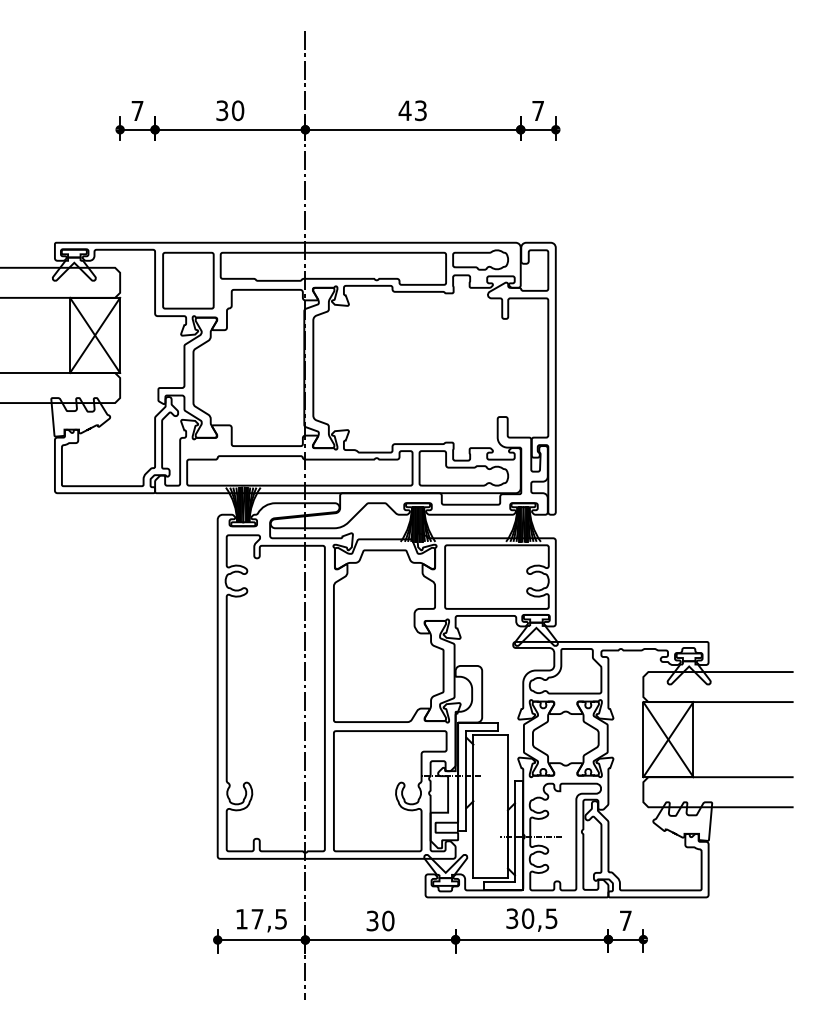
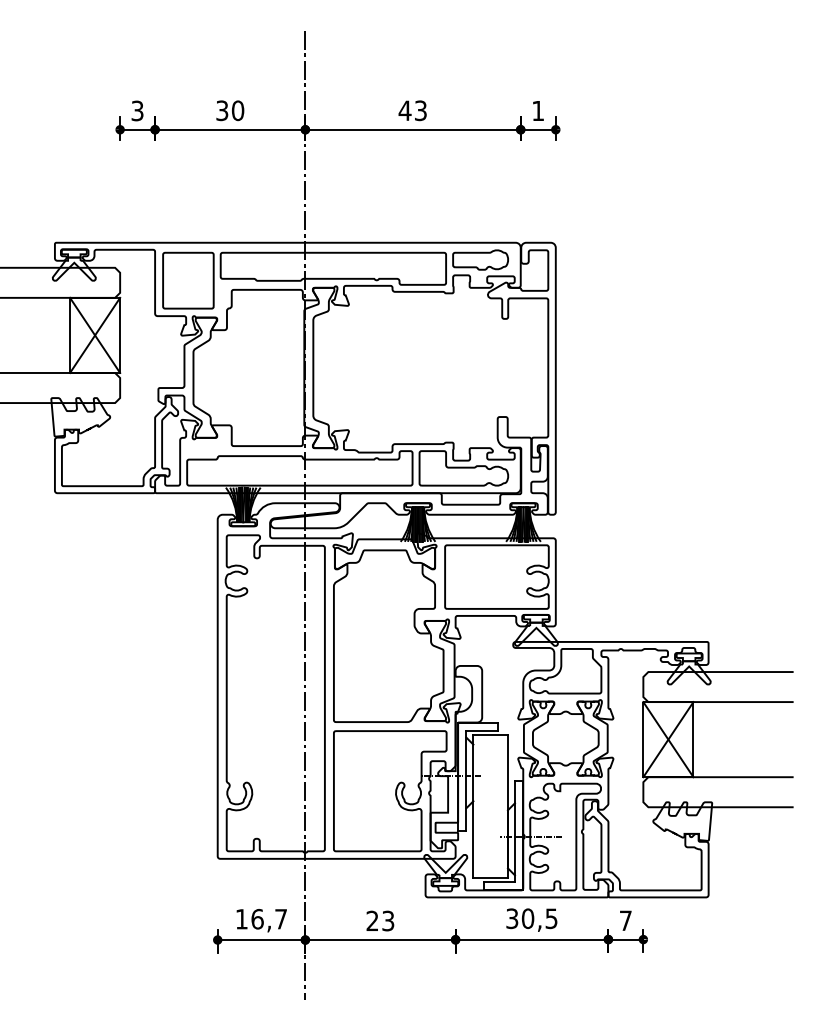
text at (137, 110): 7 -> 3
text at (537, 110): 7 -> 1
text at (268, 919): 17,5 -> 16,7
text at (380, 920): 30 -> 23
